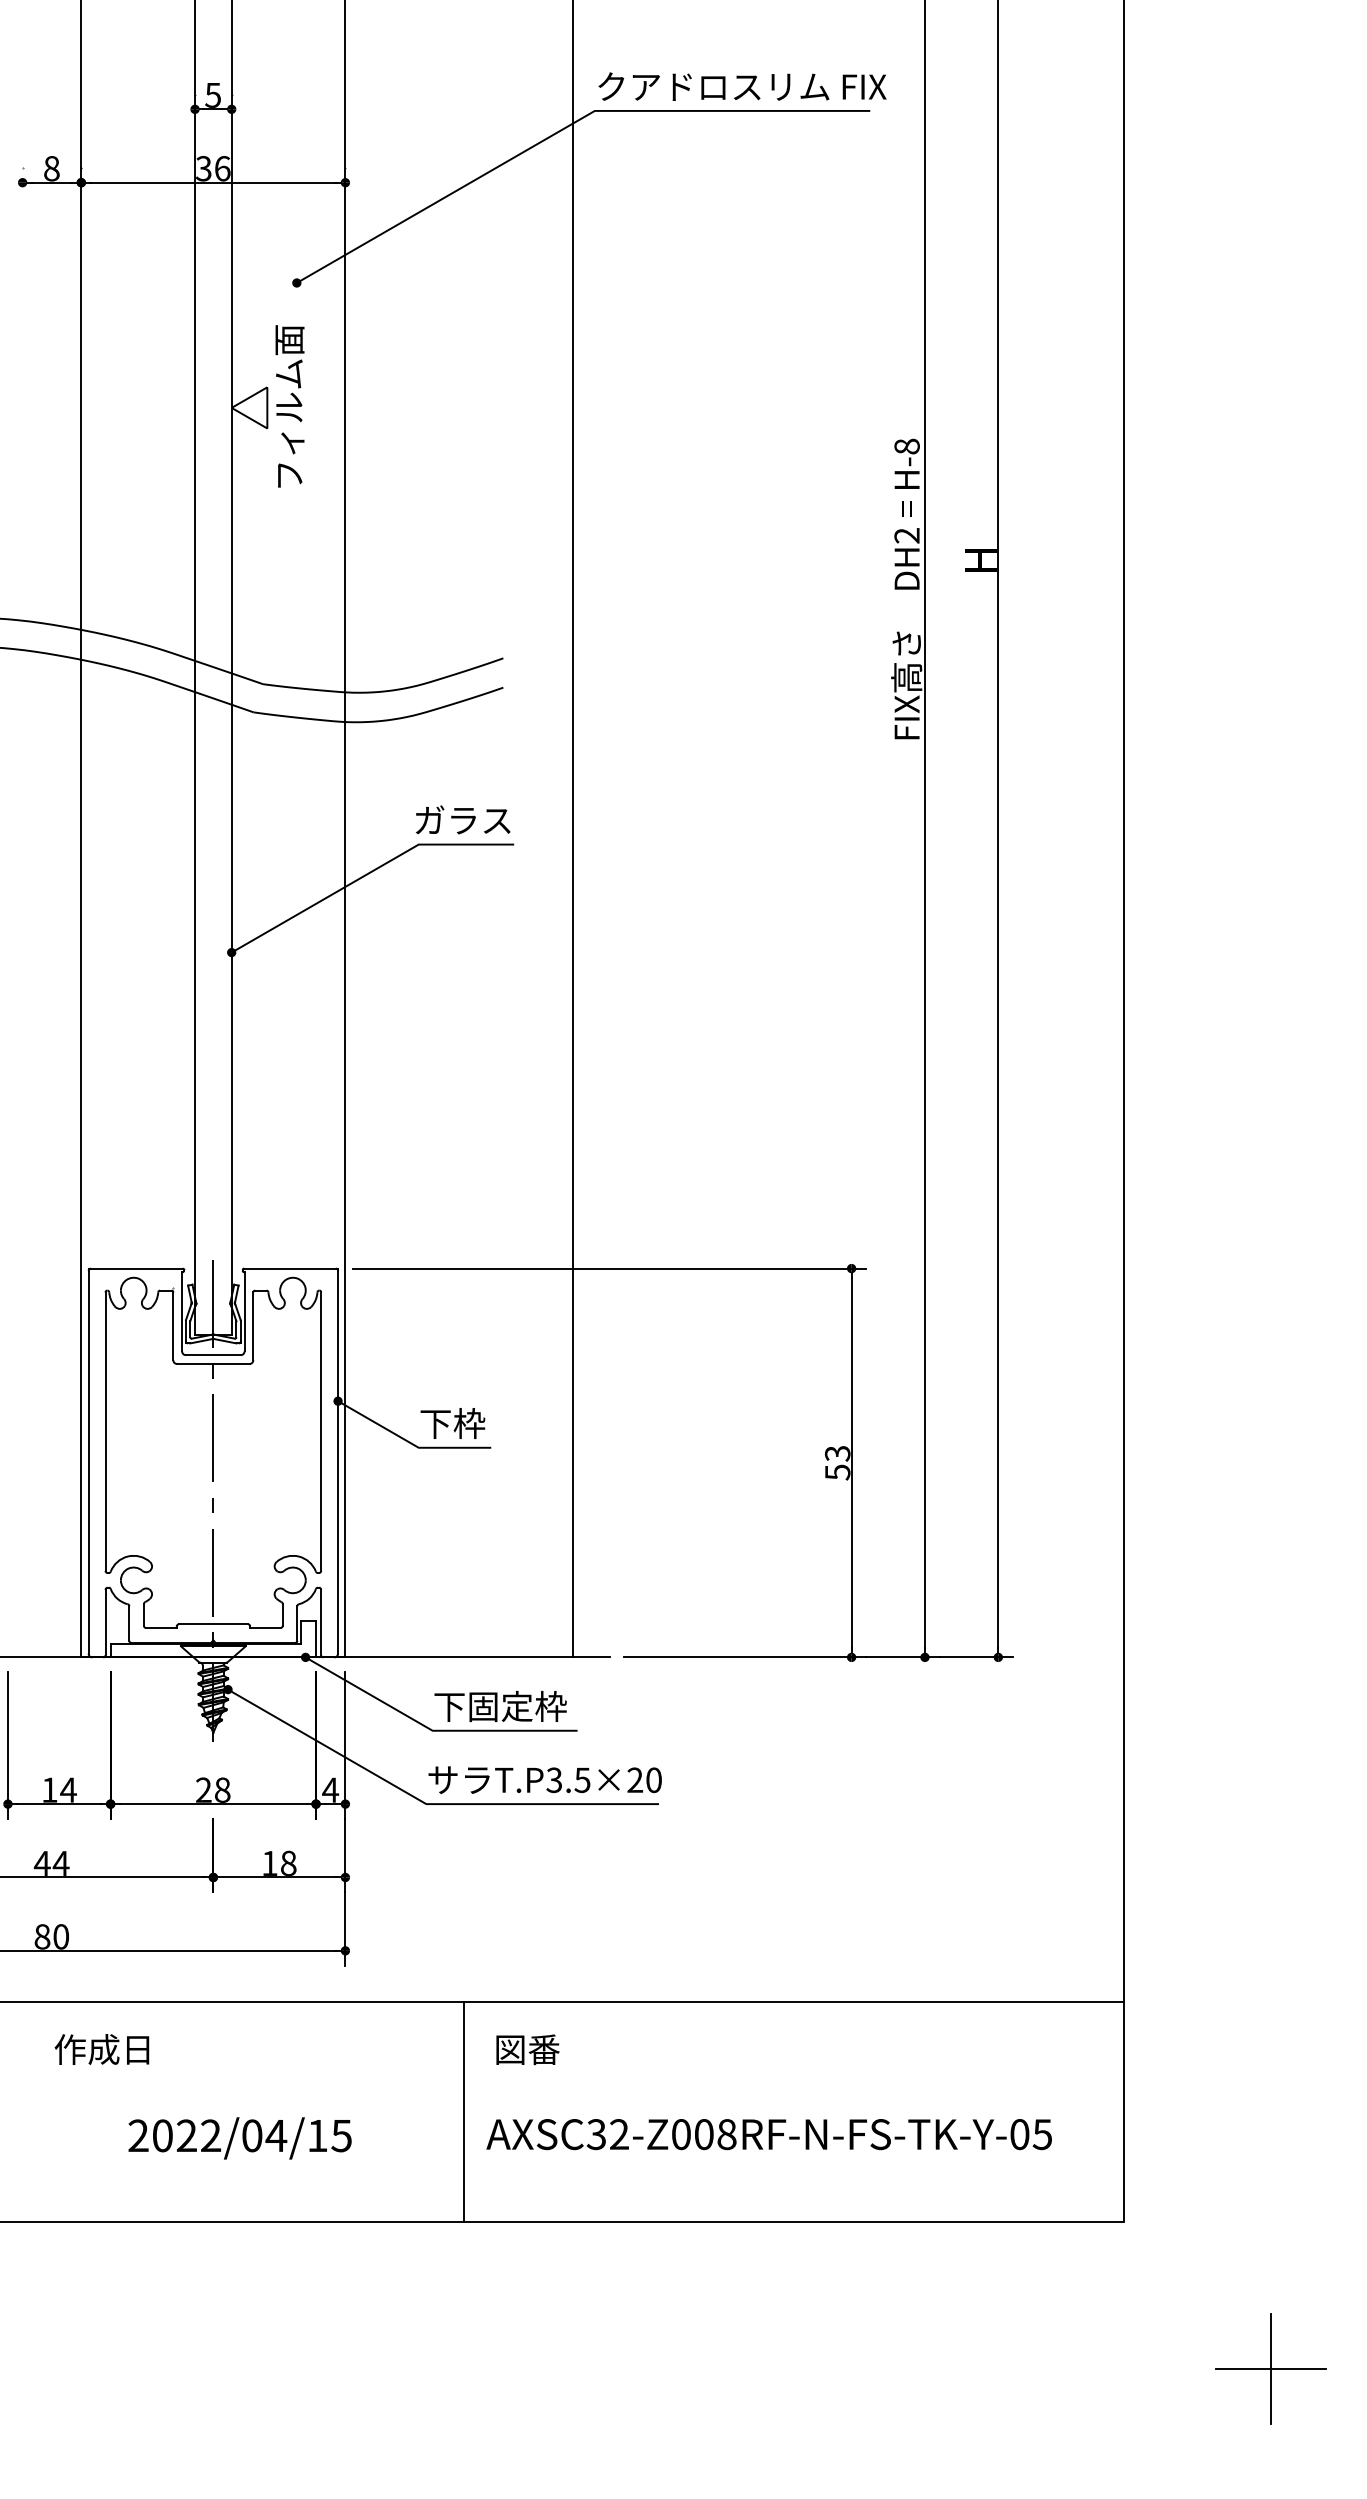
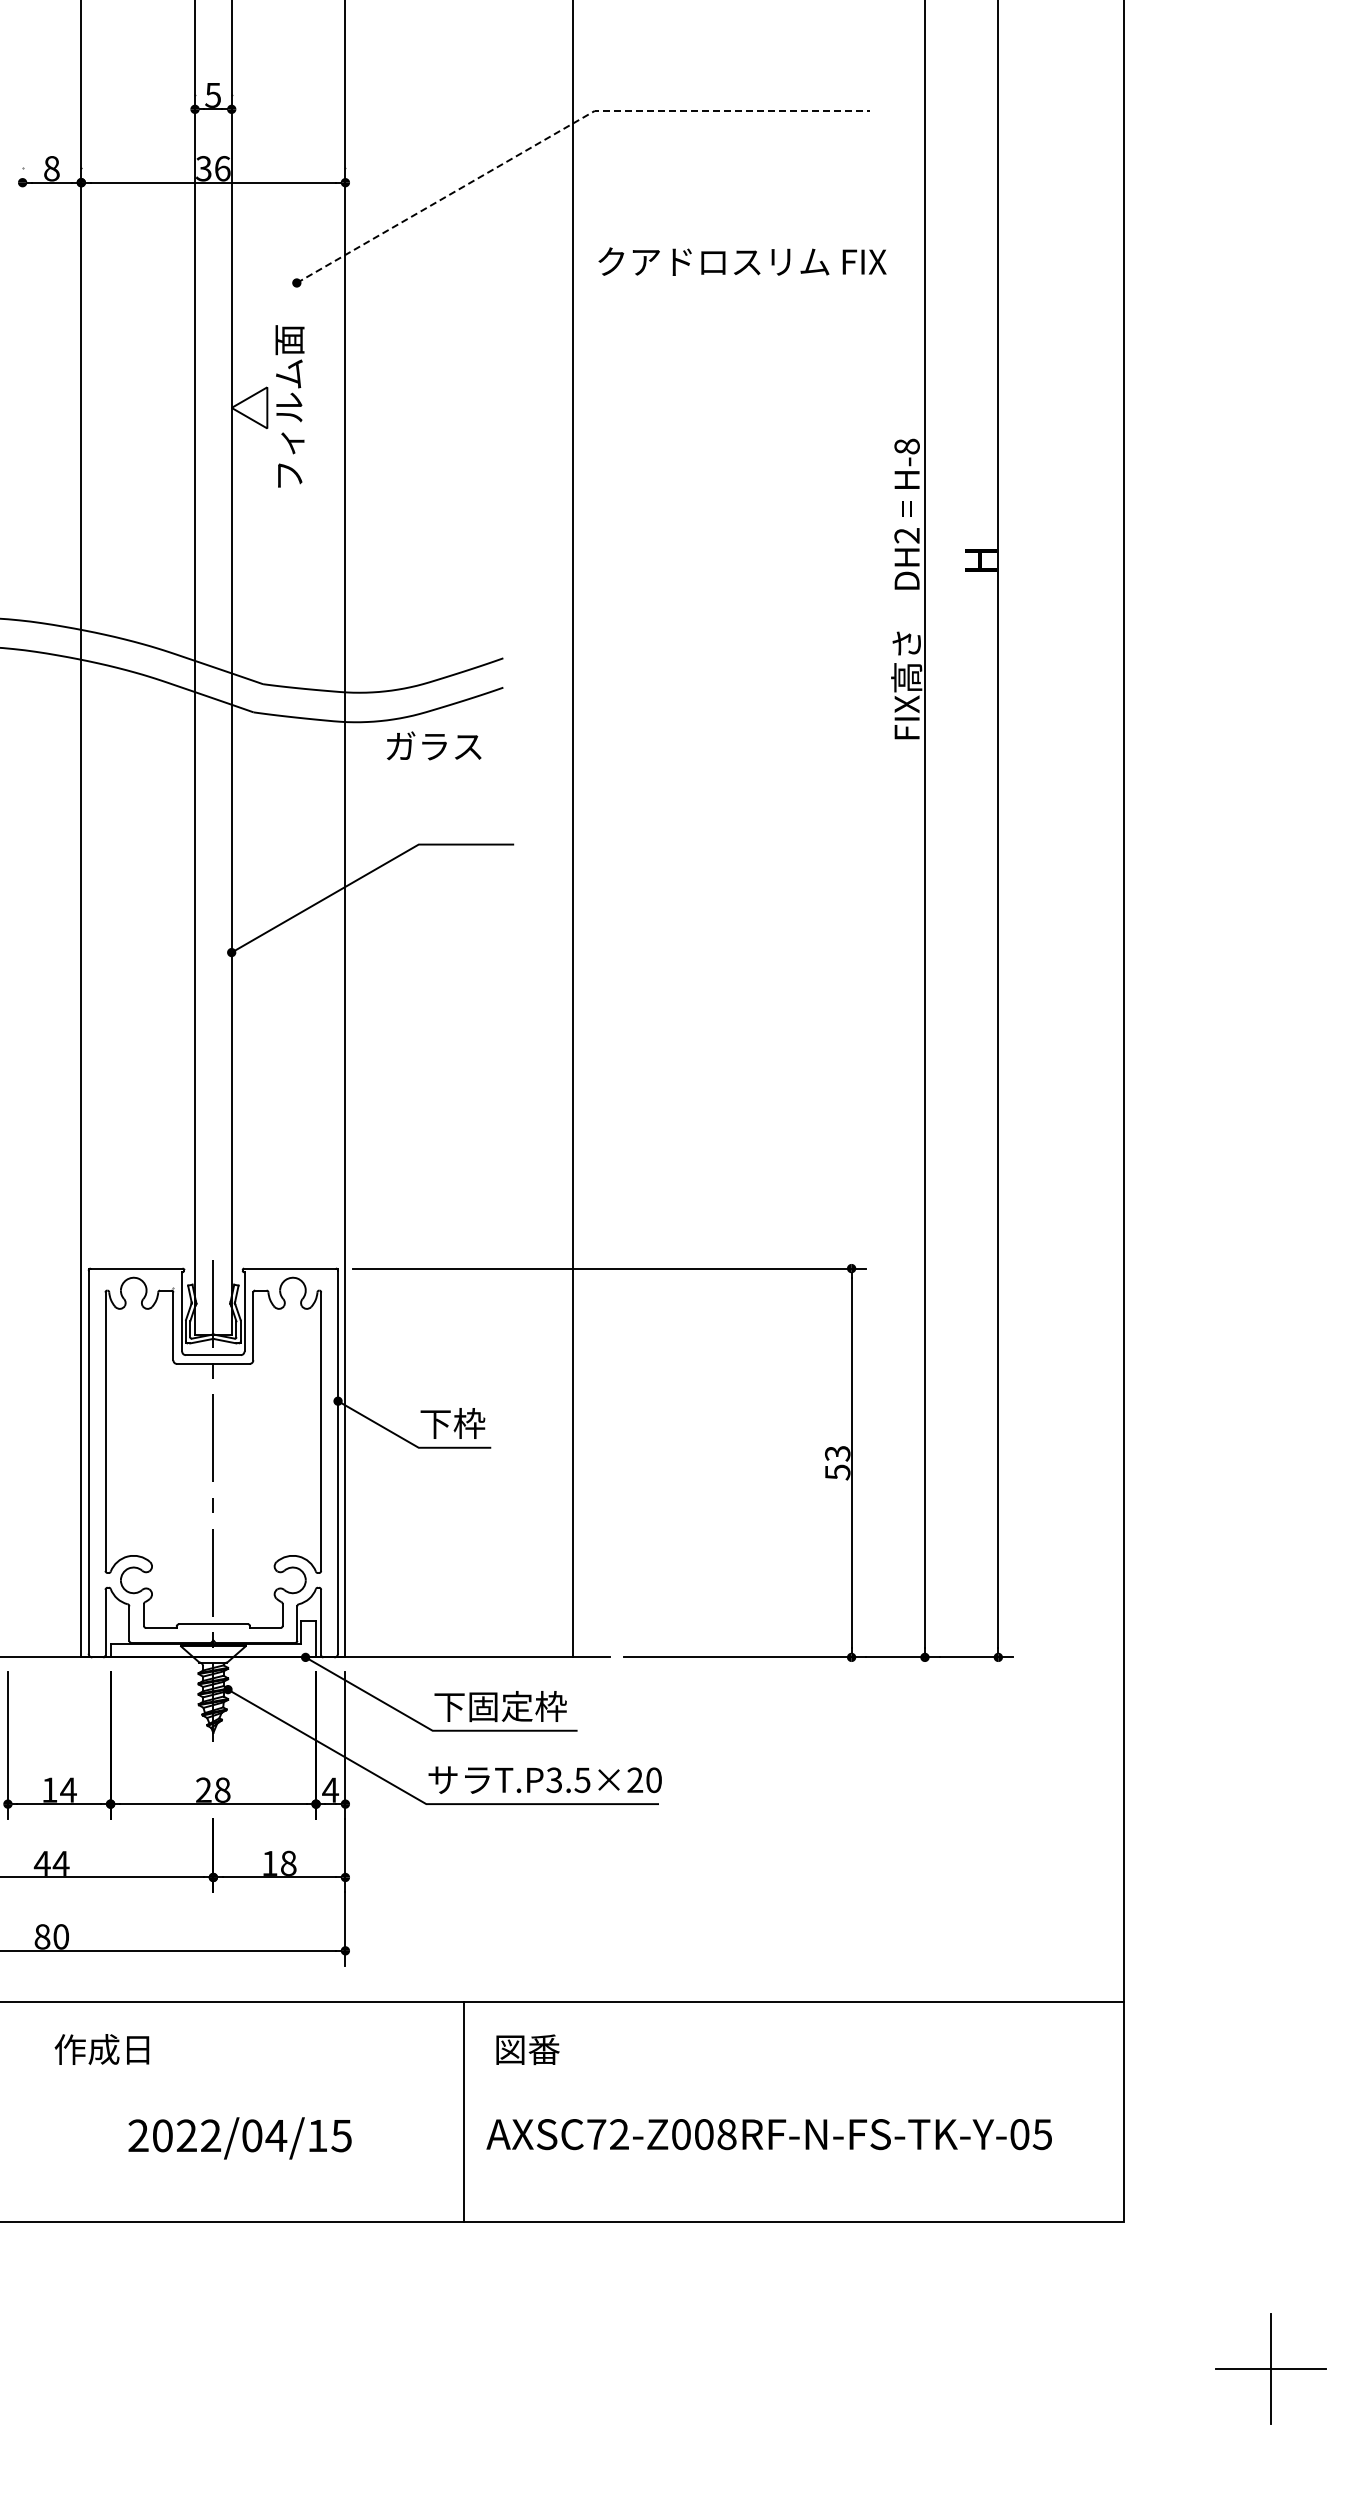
text at (742, 86) position: (742, 86) -> (742, 261)
line at (565, 127): solid -> dashed
text at (463, 819) position: (463, 819) -> (434, 745)
text at (596, 2134): AXSC32-Z008RF-N-FS-TK-Y-05 -> AXSC72-Z008RF-N-FS-TK-Y-05
